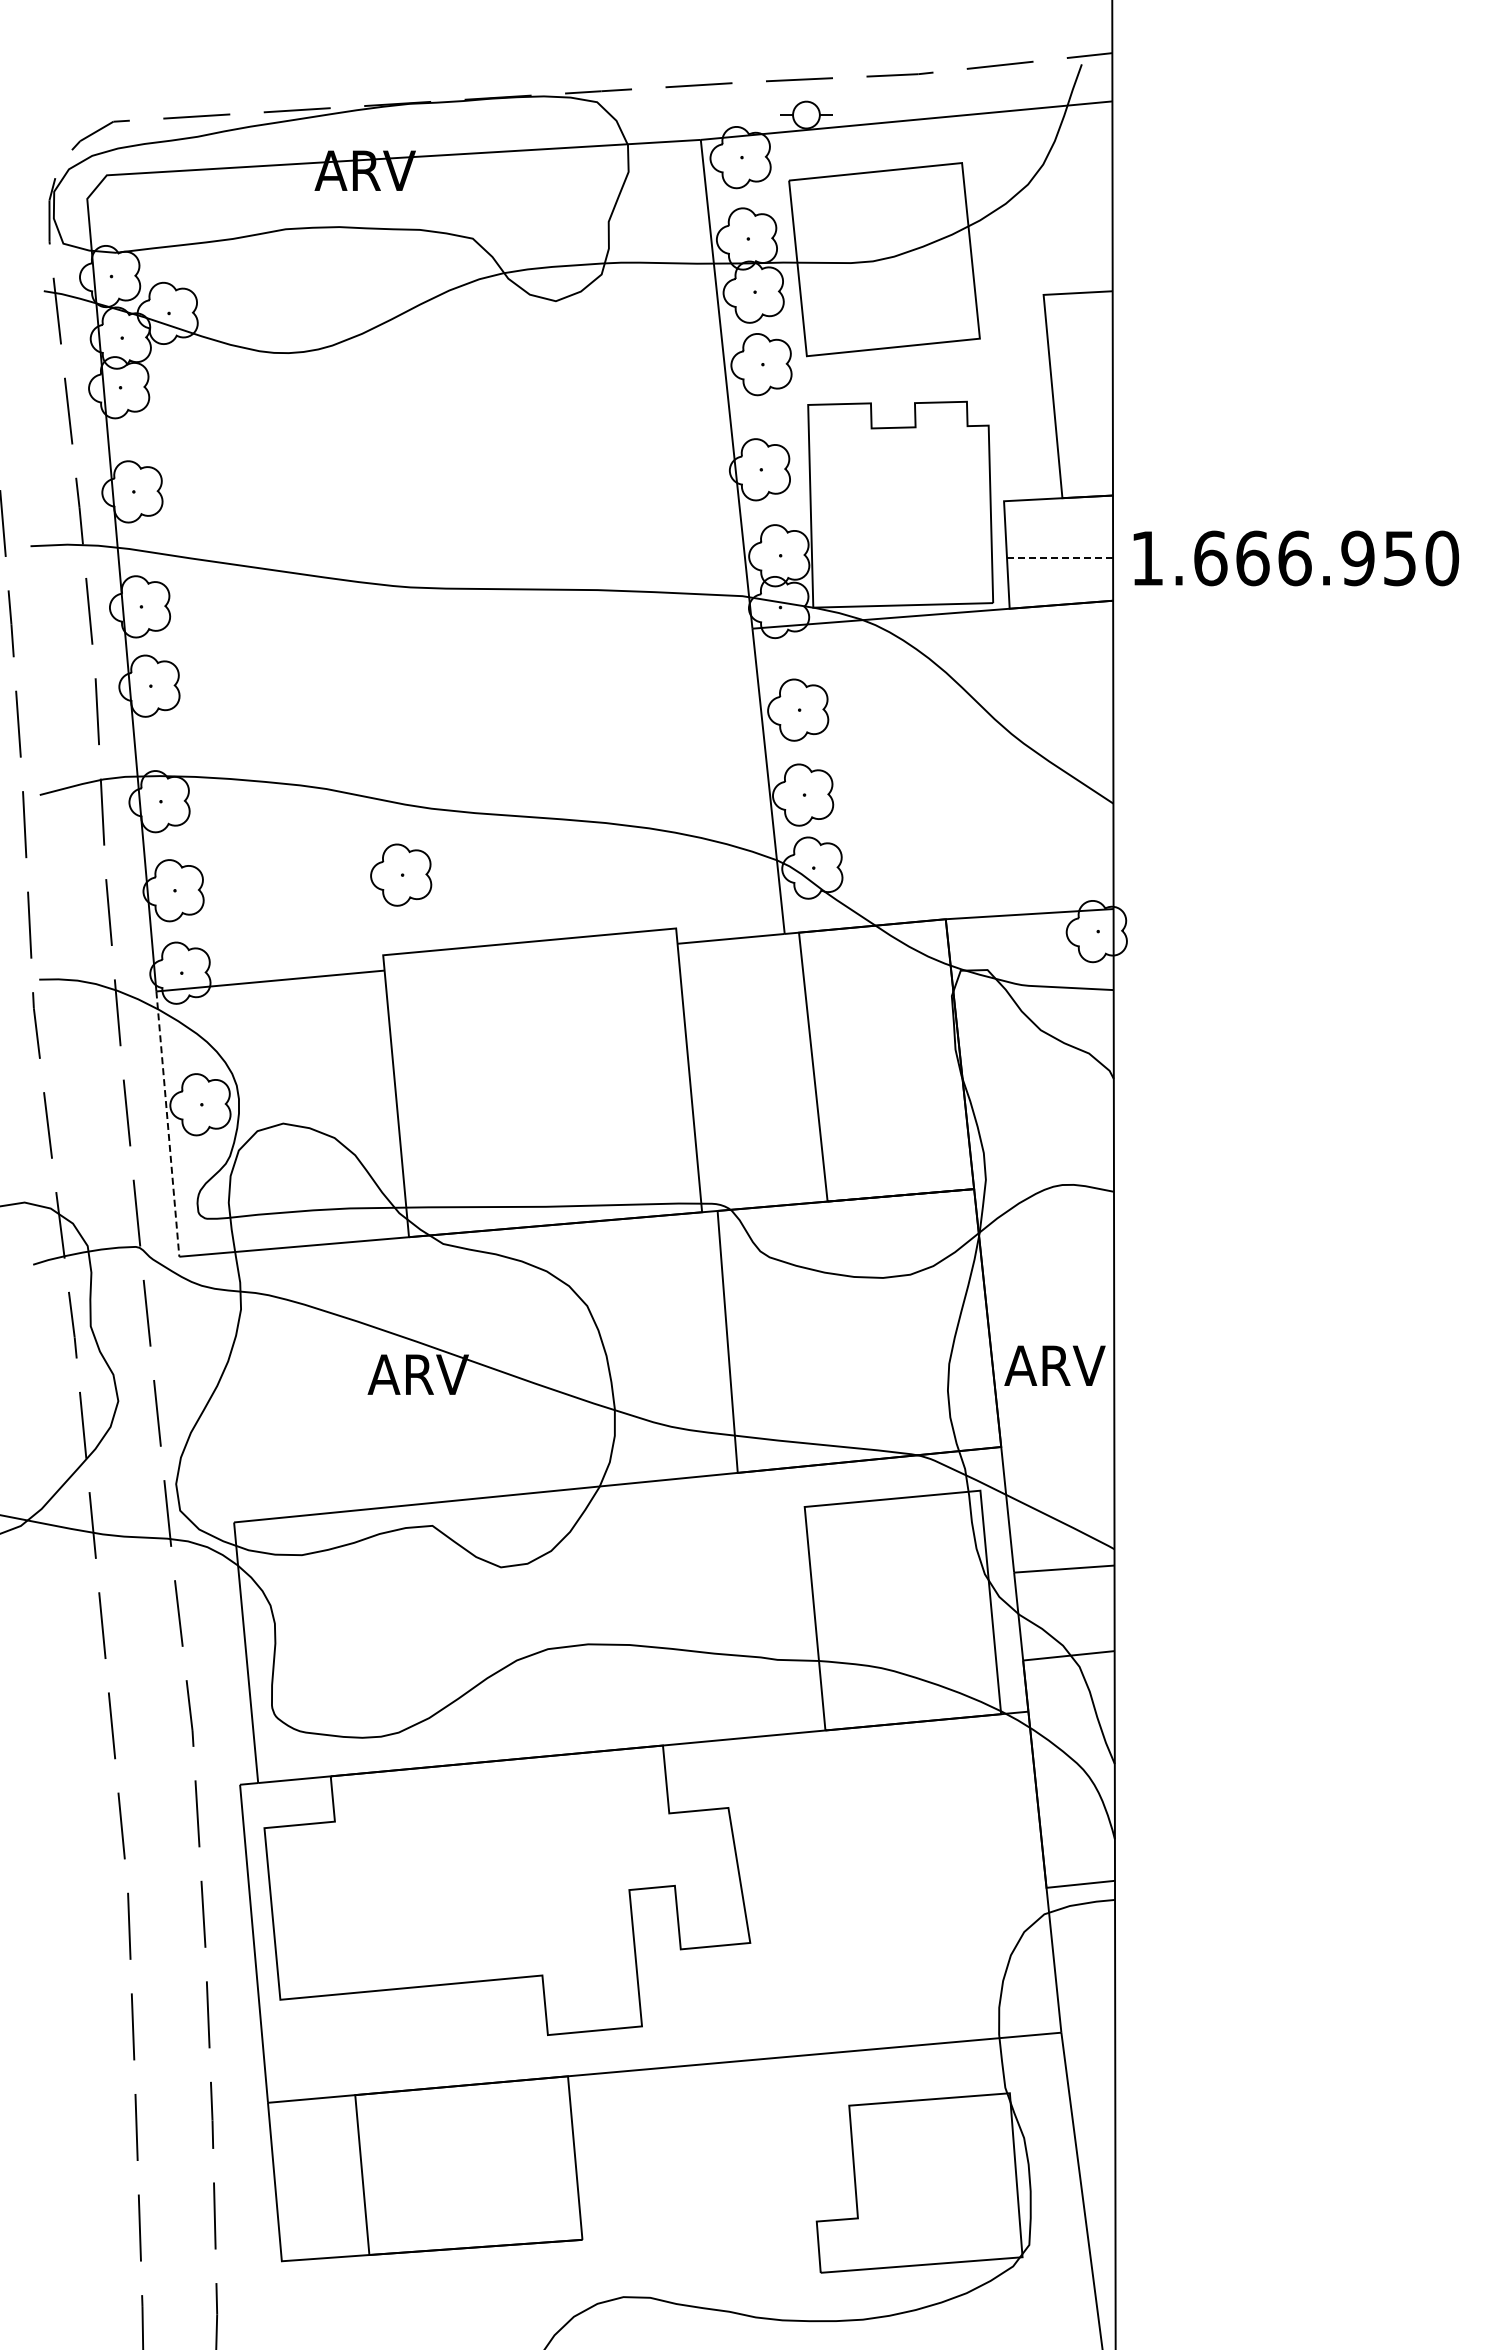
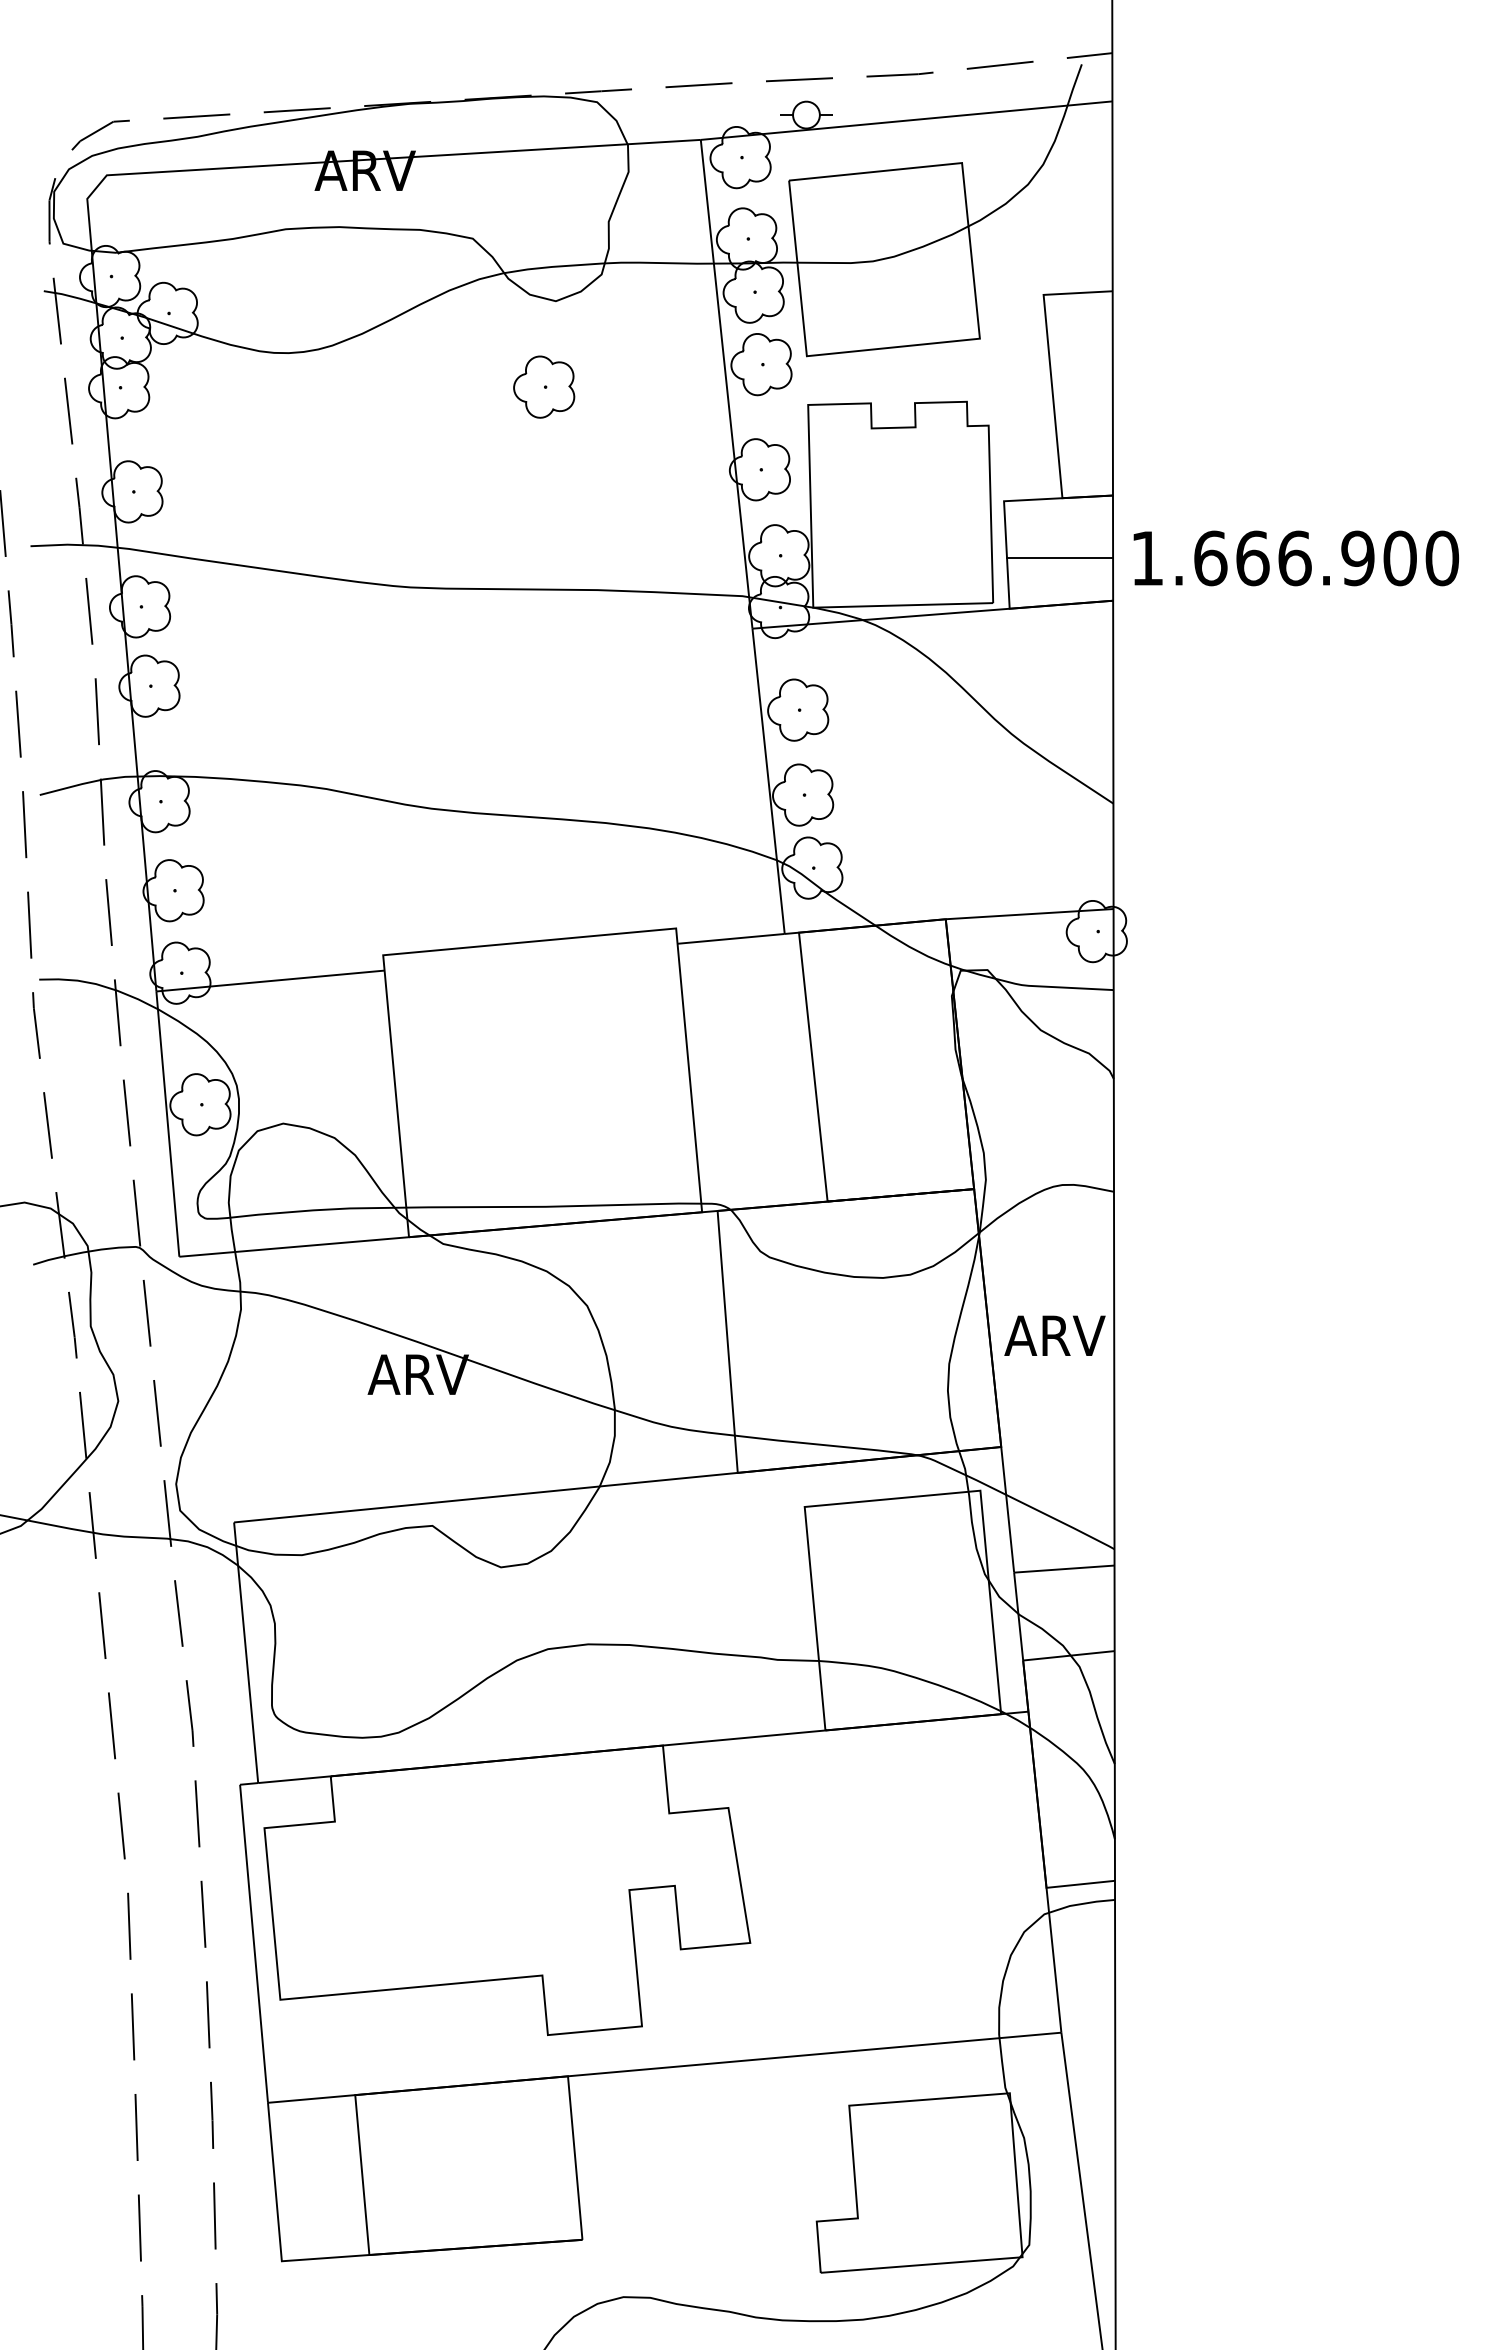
line at (1059, 558): dashed -> solid
text at (1399, 558): 1.666.950 -> 1.666.900
part at (401, 874) position: (401, 874) -> (544, 386)
line at (167, 1124): dashed -> solid
text at (1054, 1365) position: (1054, 1365) -> (1054, 1335)
